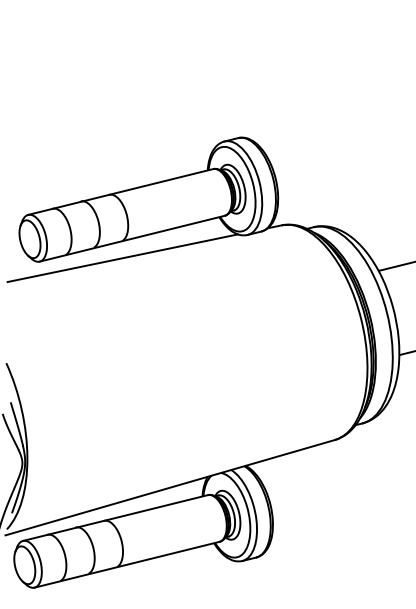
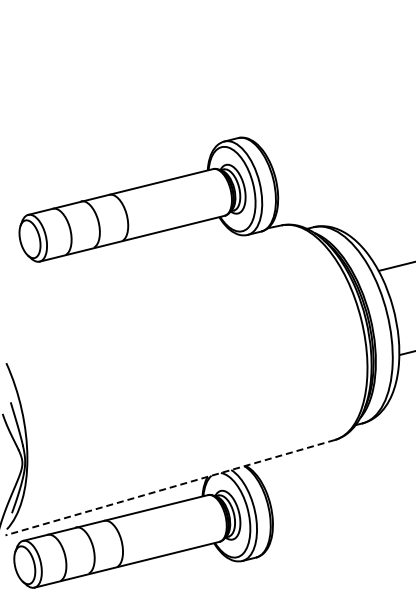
line at (122, 258): present -> none
line at (170, 487): solid -> dashed
